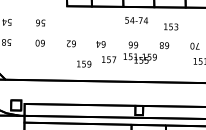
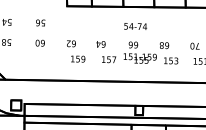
text at (136, 20) position: (136, 20) -> (135, 26)
text at (171, 26) position: (171, 26) -> (171, 60)
text at (84, 63) position: (84, 63) -> (78, 58)
